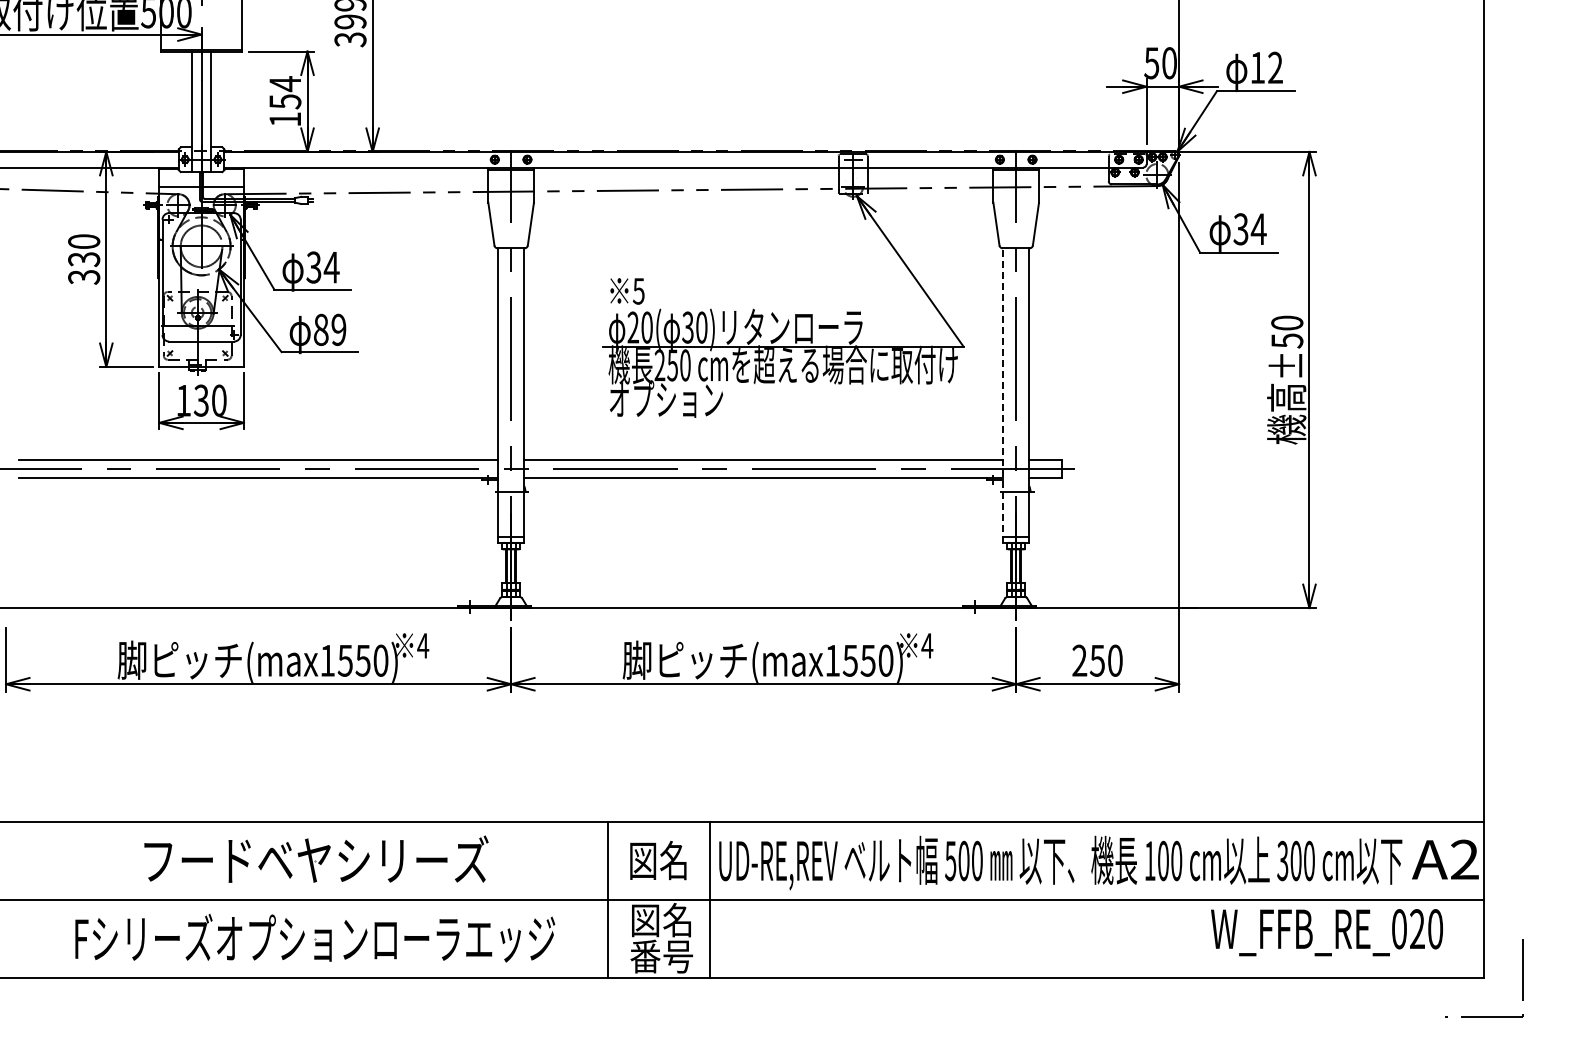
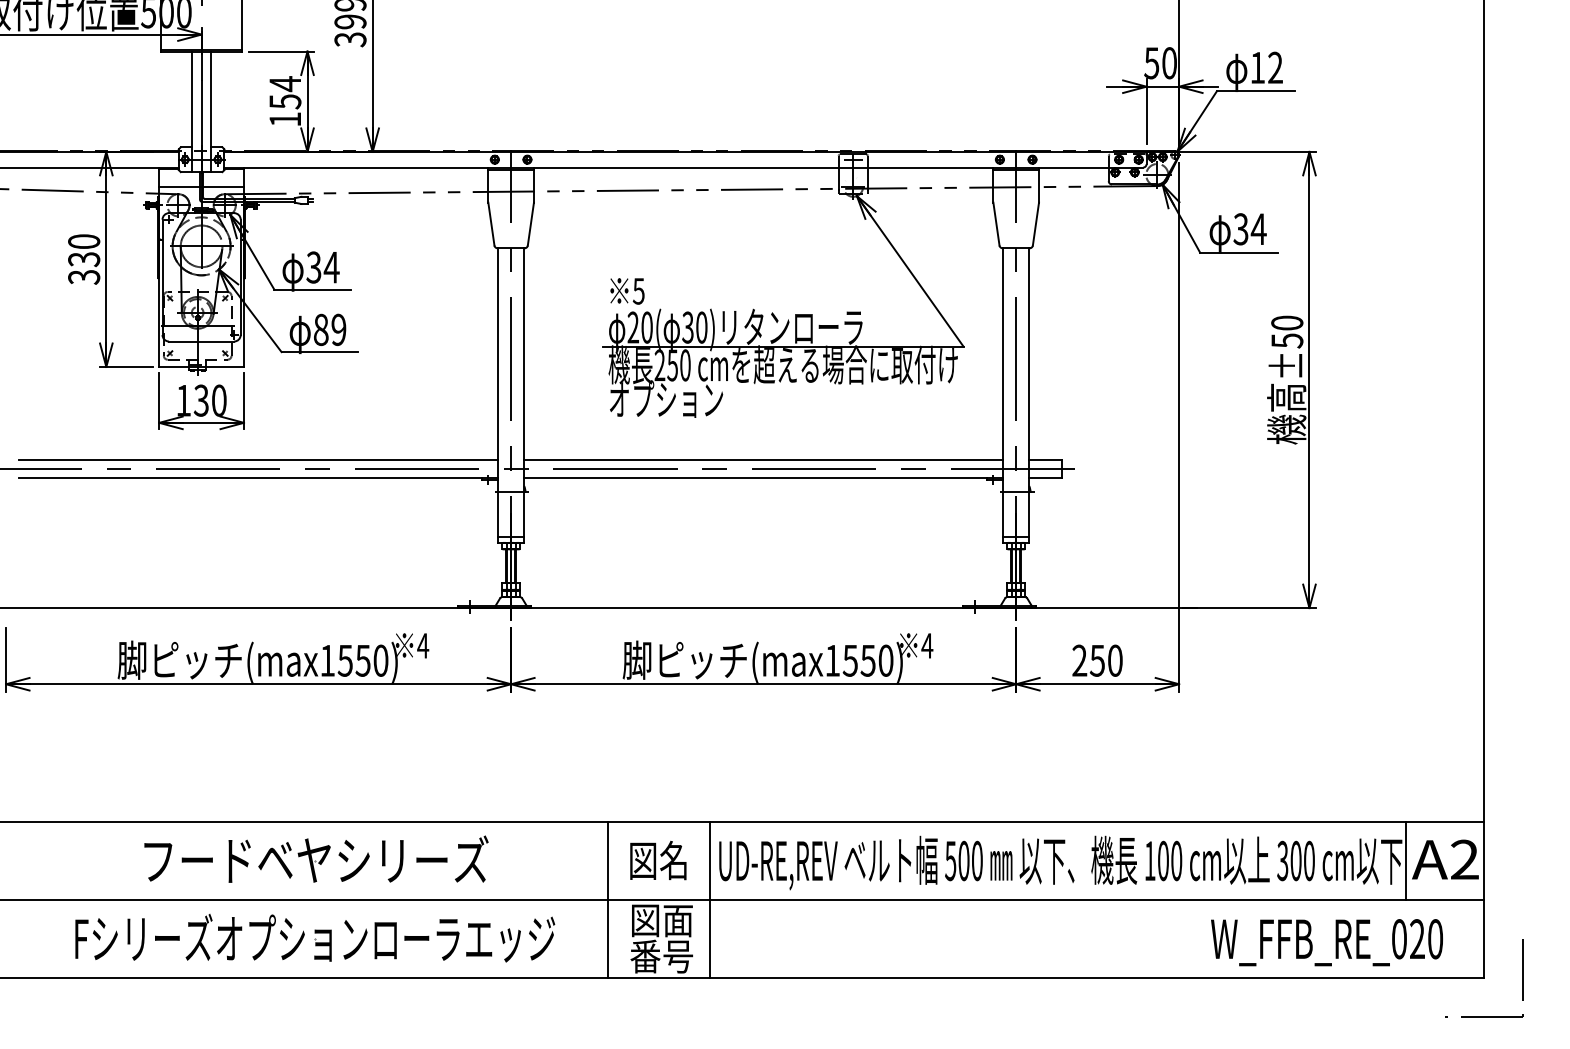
line at (1003, 395): dashed -> solid
line at (1405, 860): none -> present
text at (677, 920): 図名 -> 図面
text at (1326, 932) position: (1326, 932) -> (1326, 942)
